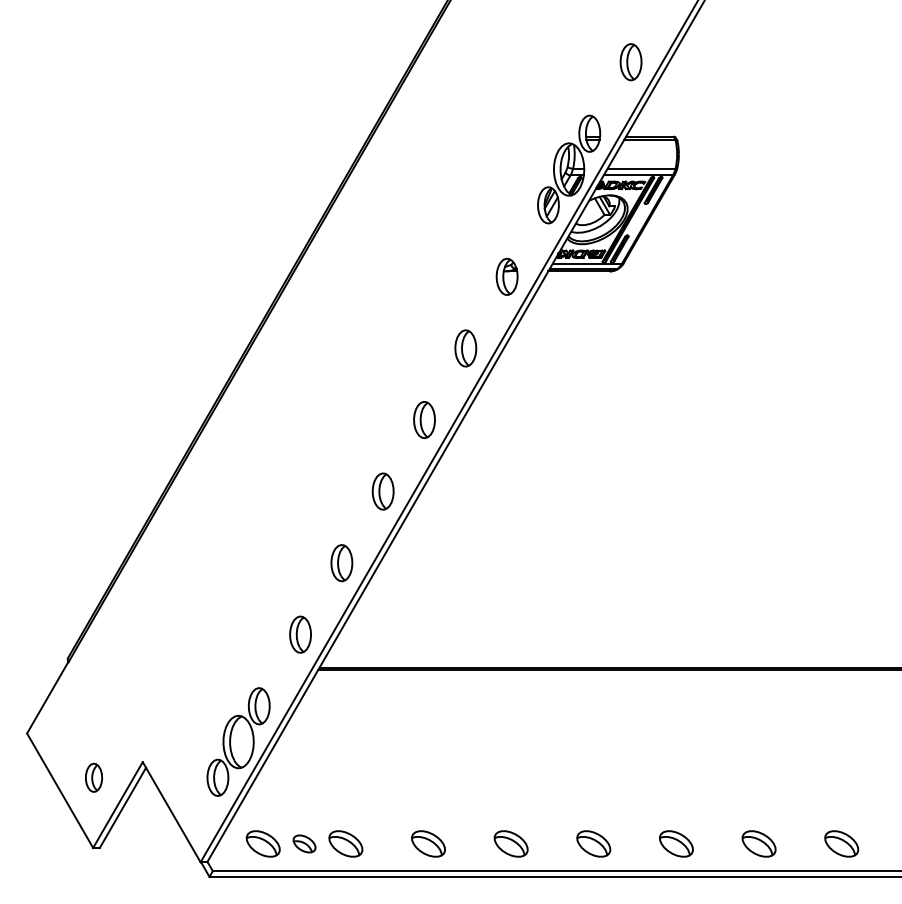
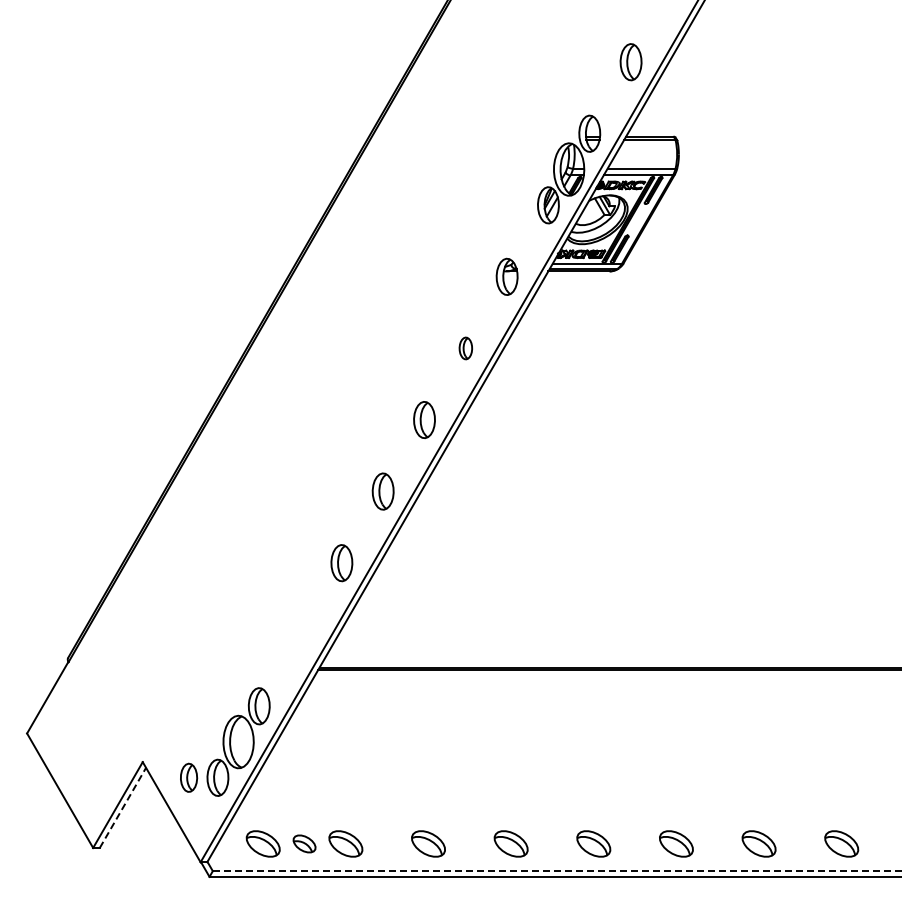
part at (465, 348) size: 24x39 px -> 15x25 px
part at (300, 634): present -> none
part at (94, 777) position: (94, 777) -> (189, 777)
line at (123, 807): solid -> dashed
line at (557, 871): solid -> dashed
